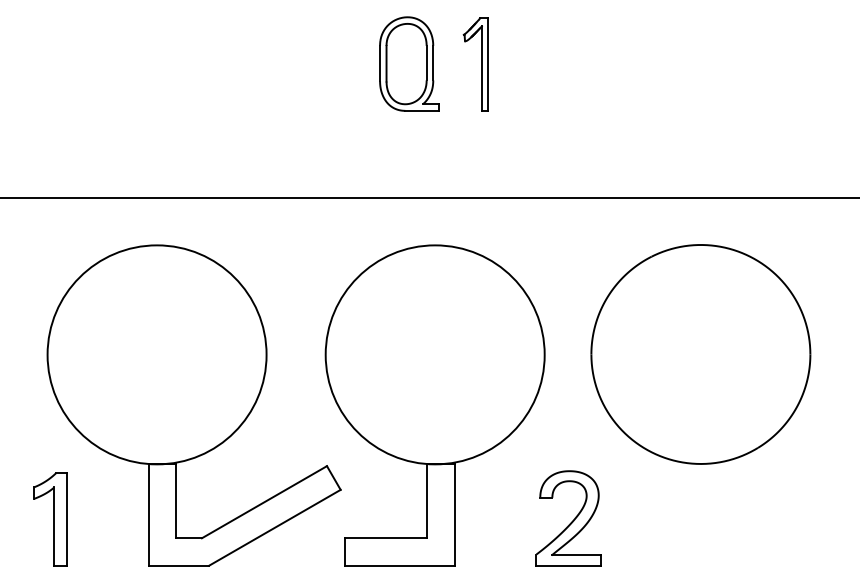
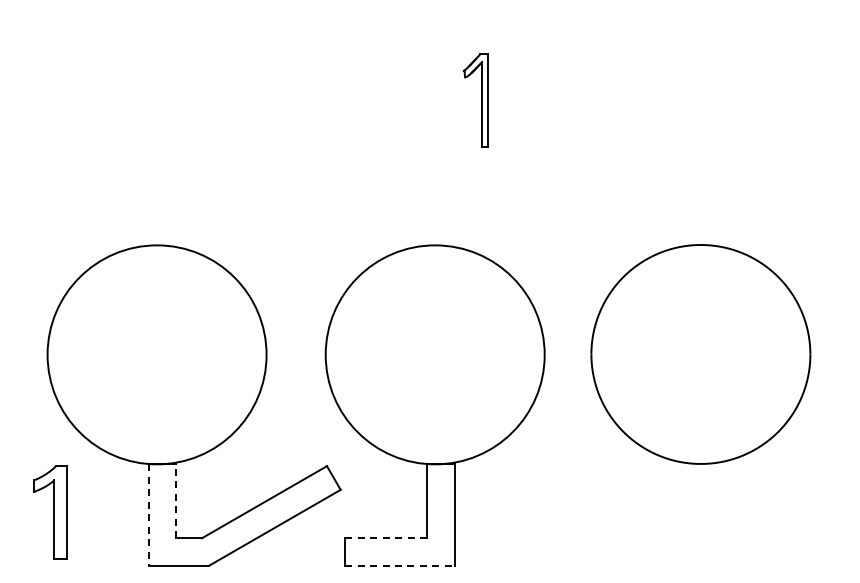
part at (409, 63): present -> none
part at (475, 64) position: (475, 64) -> (475, 100)
line at (429, 198): present -> none
line at (176, 500): solid -> dashed
line at (149, 514): solid -> dashed
part at (568, 518): present -> none
part at (50, 519) position: (50, 519) -> (50, 512)
line at (385, 538): solid -> dashed
line at (399, 565): solid -> dashed
